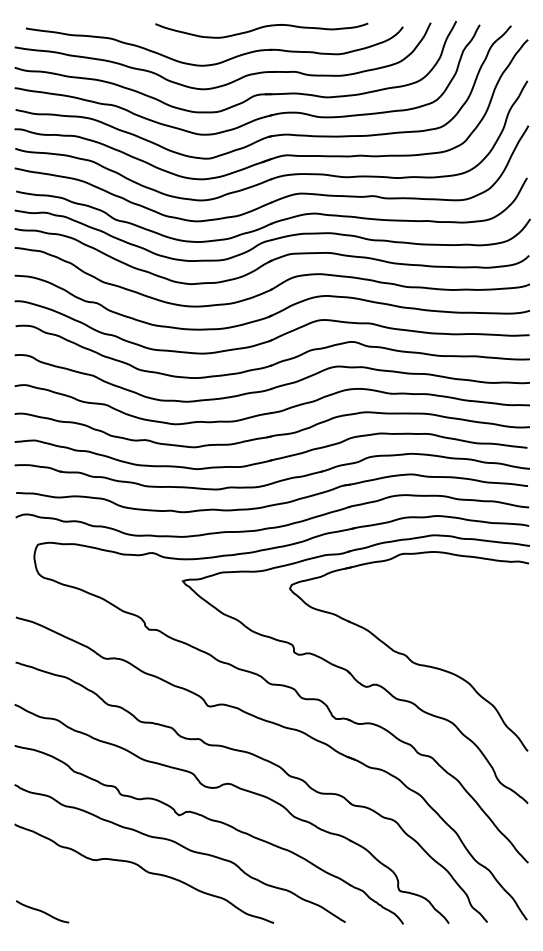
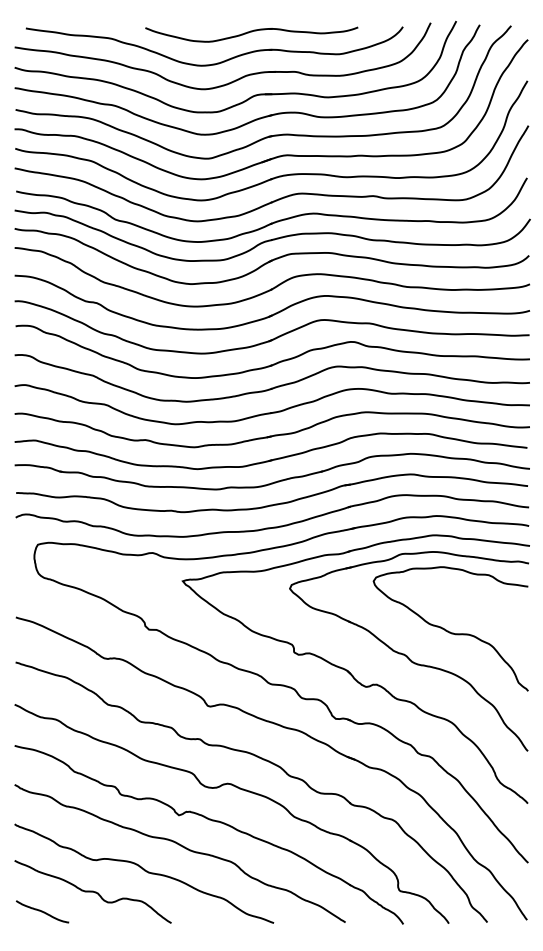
part at (261, 30) position: (261, 30) -> (251, 34)
curve at (448, 630): none -> present
curve at (92, 891): none -> present
